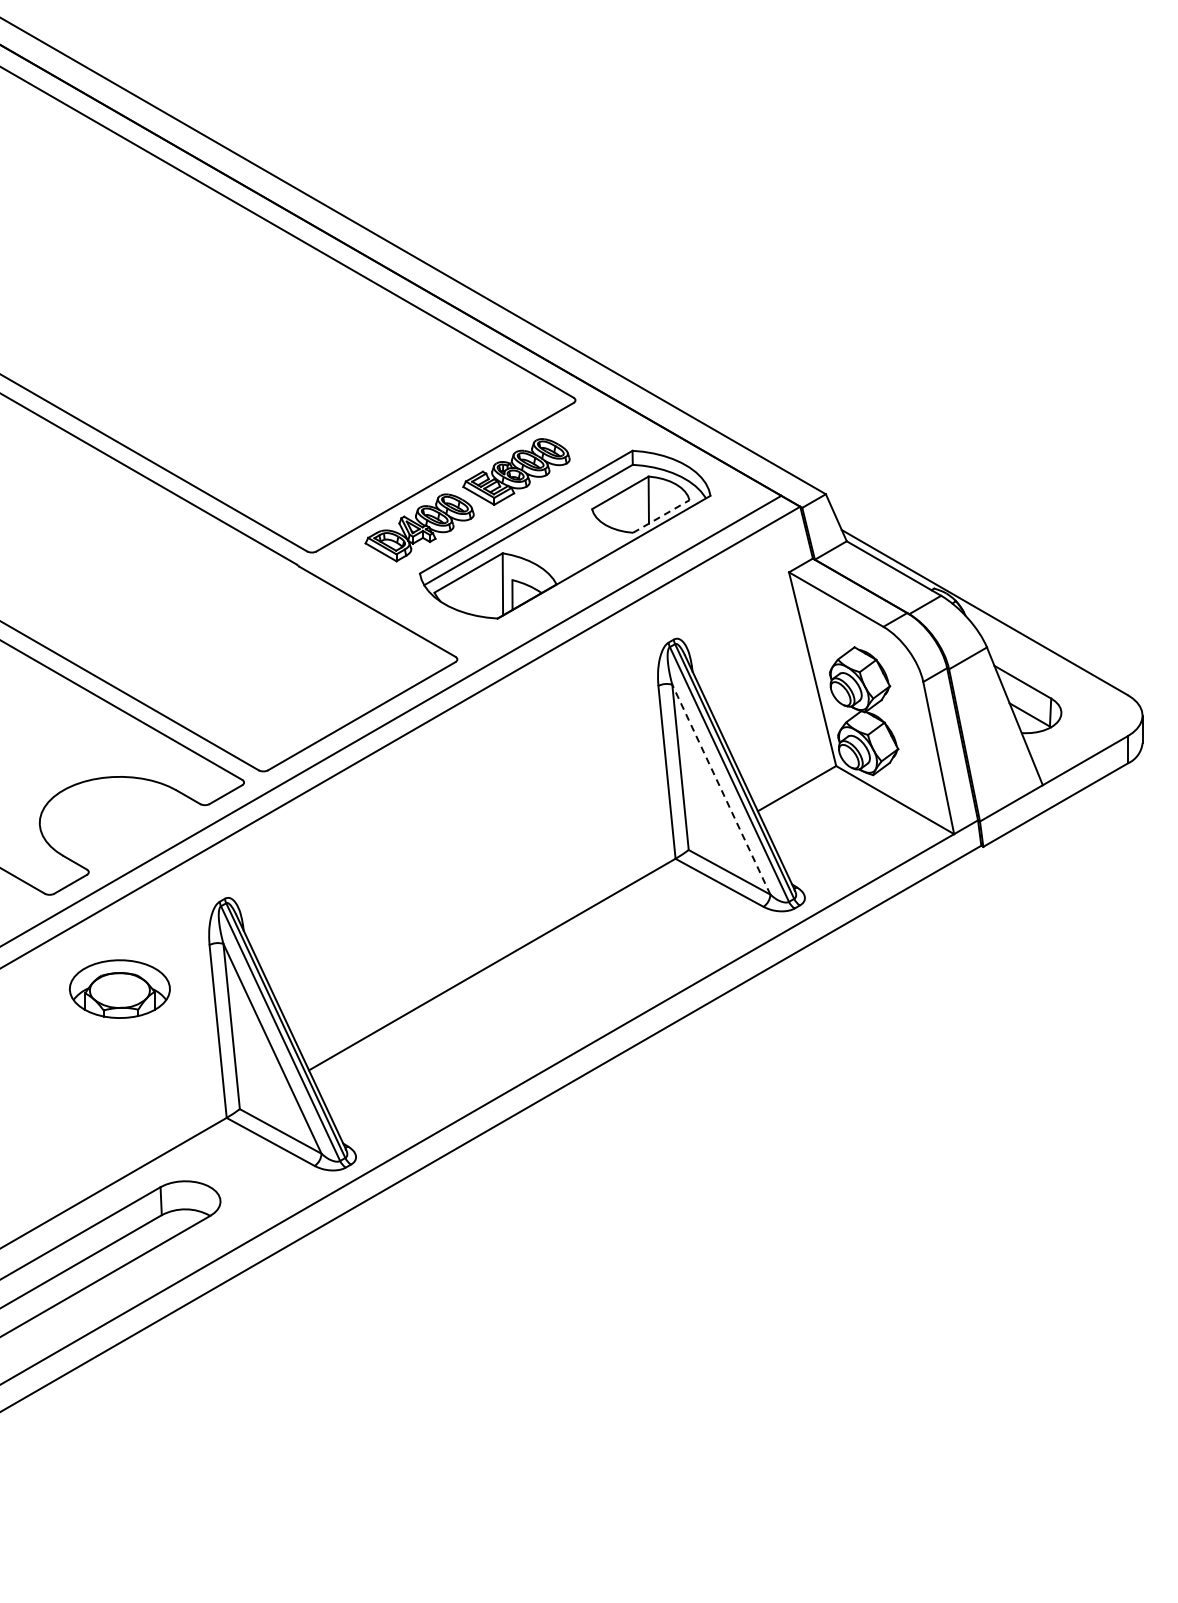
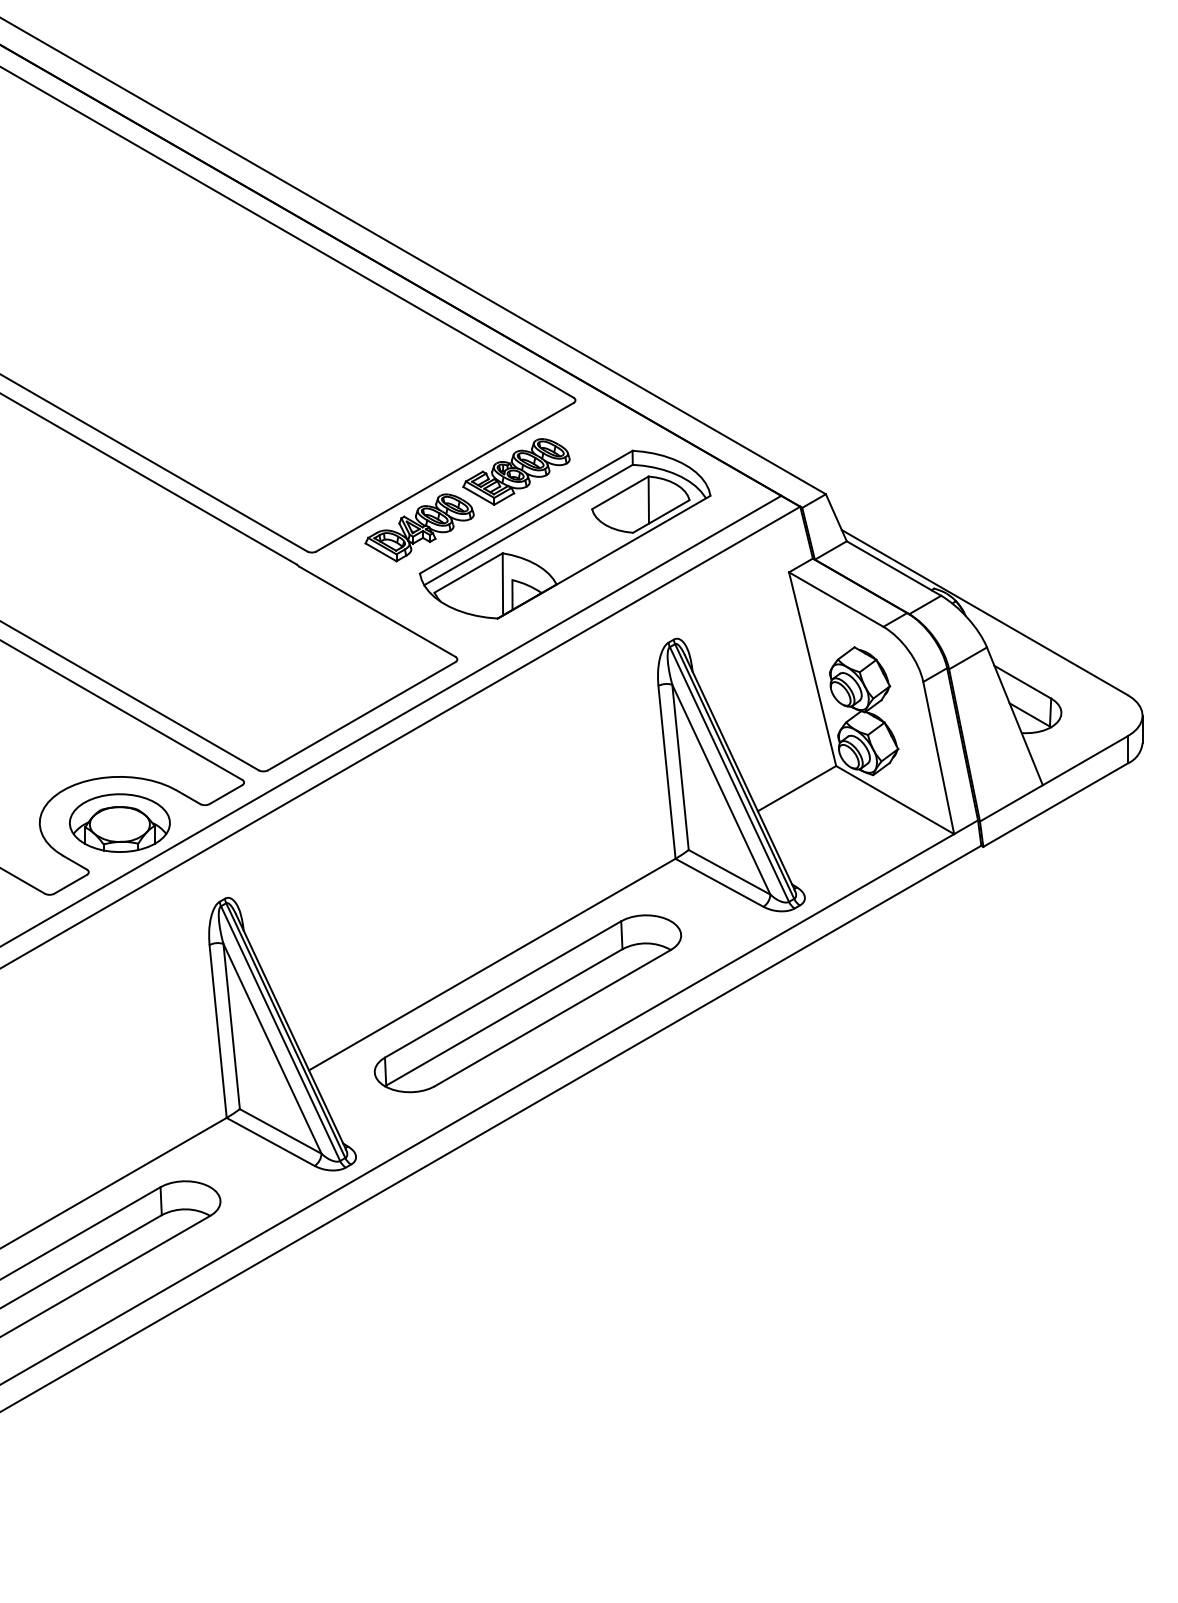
line at (661, 516): dashed -> solid
line at (721, 789): dashed -> solid
part at (119, 988) position: (119, 988) -> (119, 822)
part at (527, 1003): none -> present
